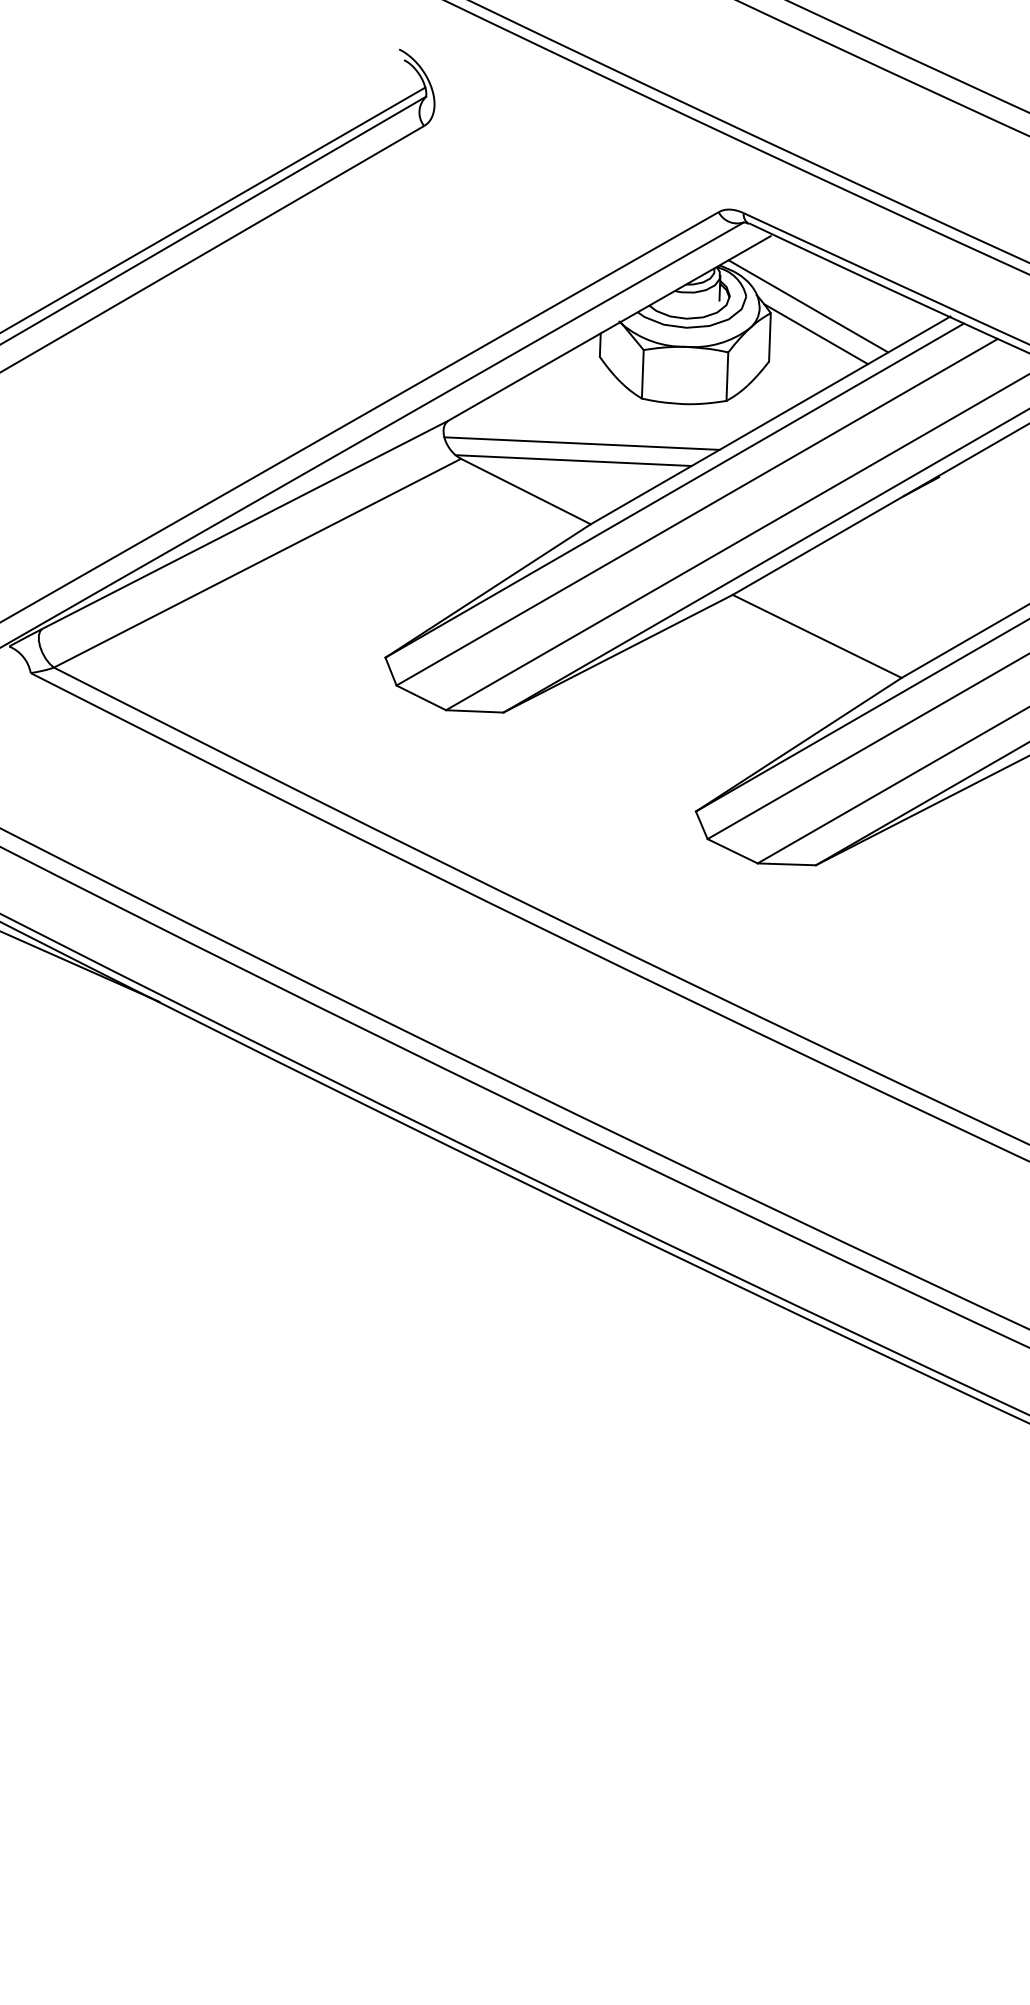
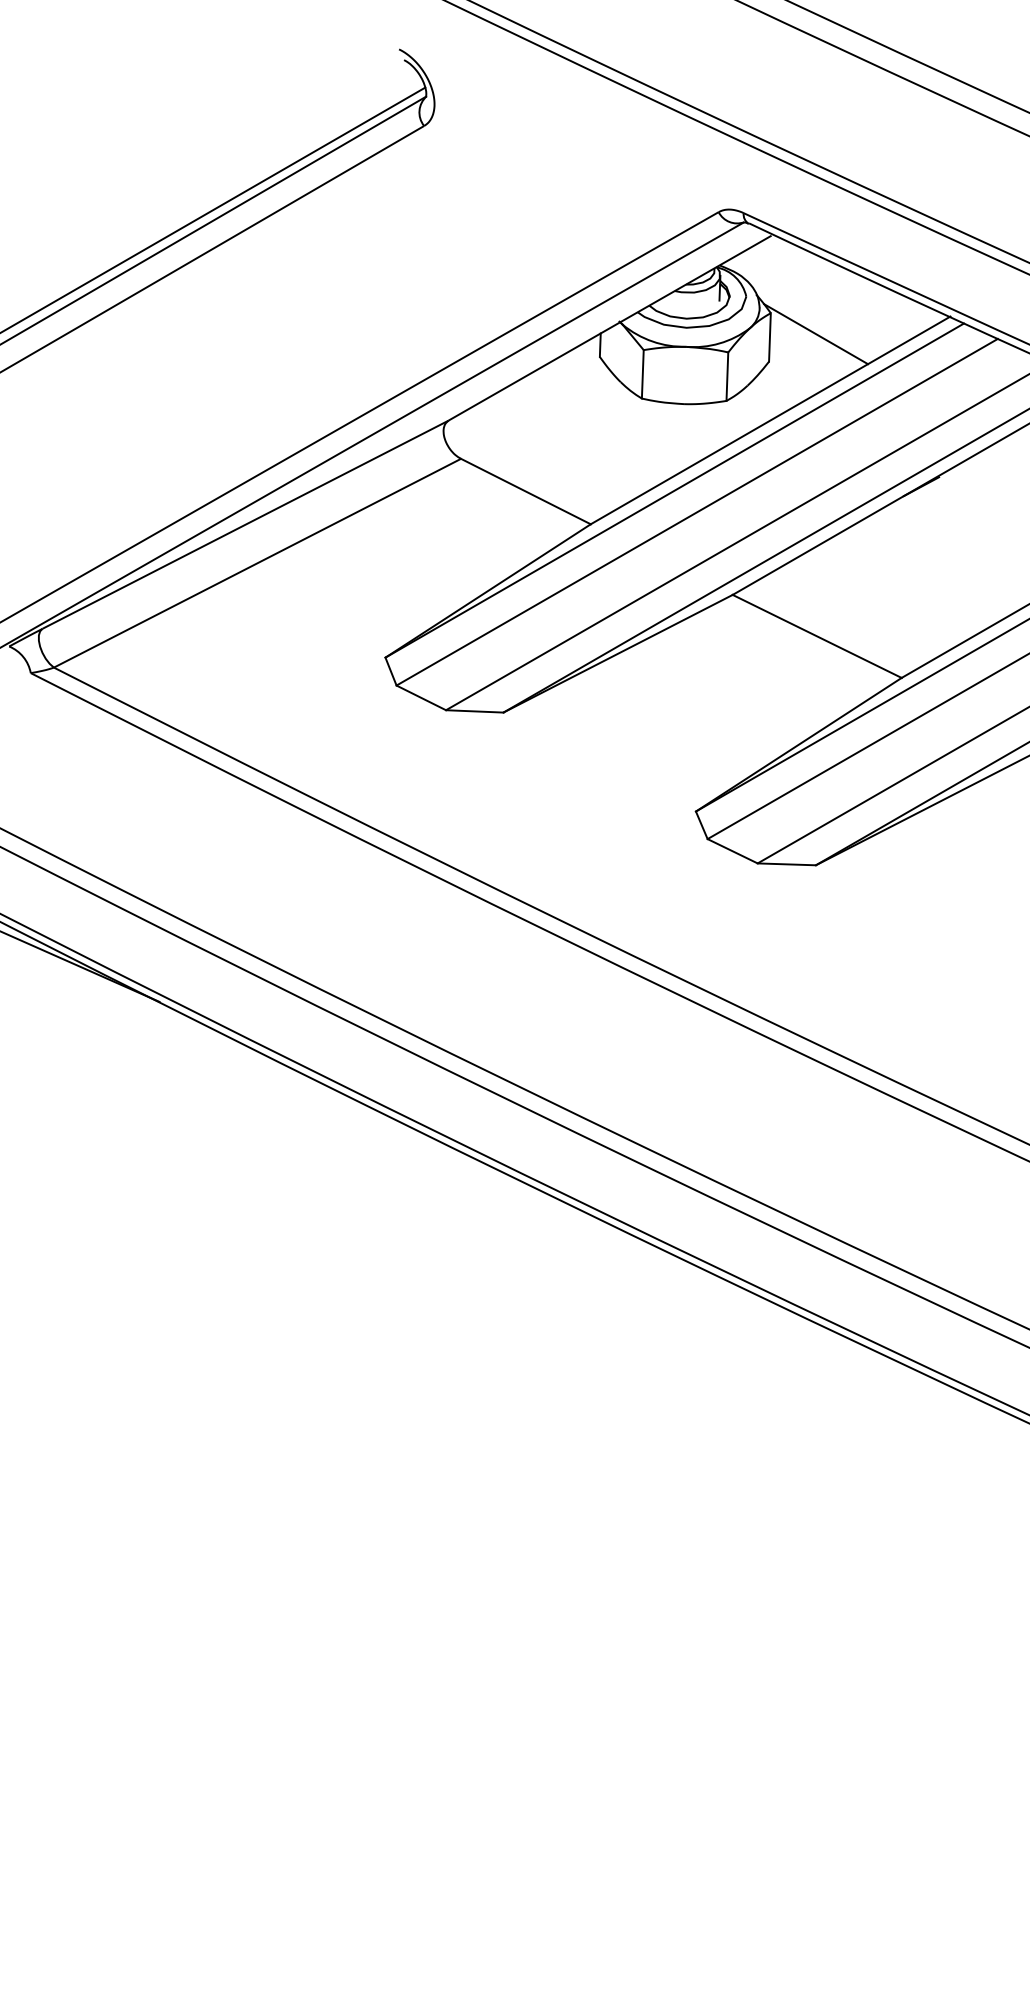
line at (808, 306): present -> none
line at (581, 443): present -> none
line at (573, 460): present -> none
